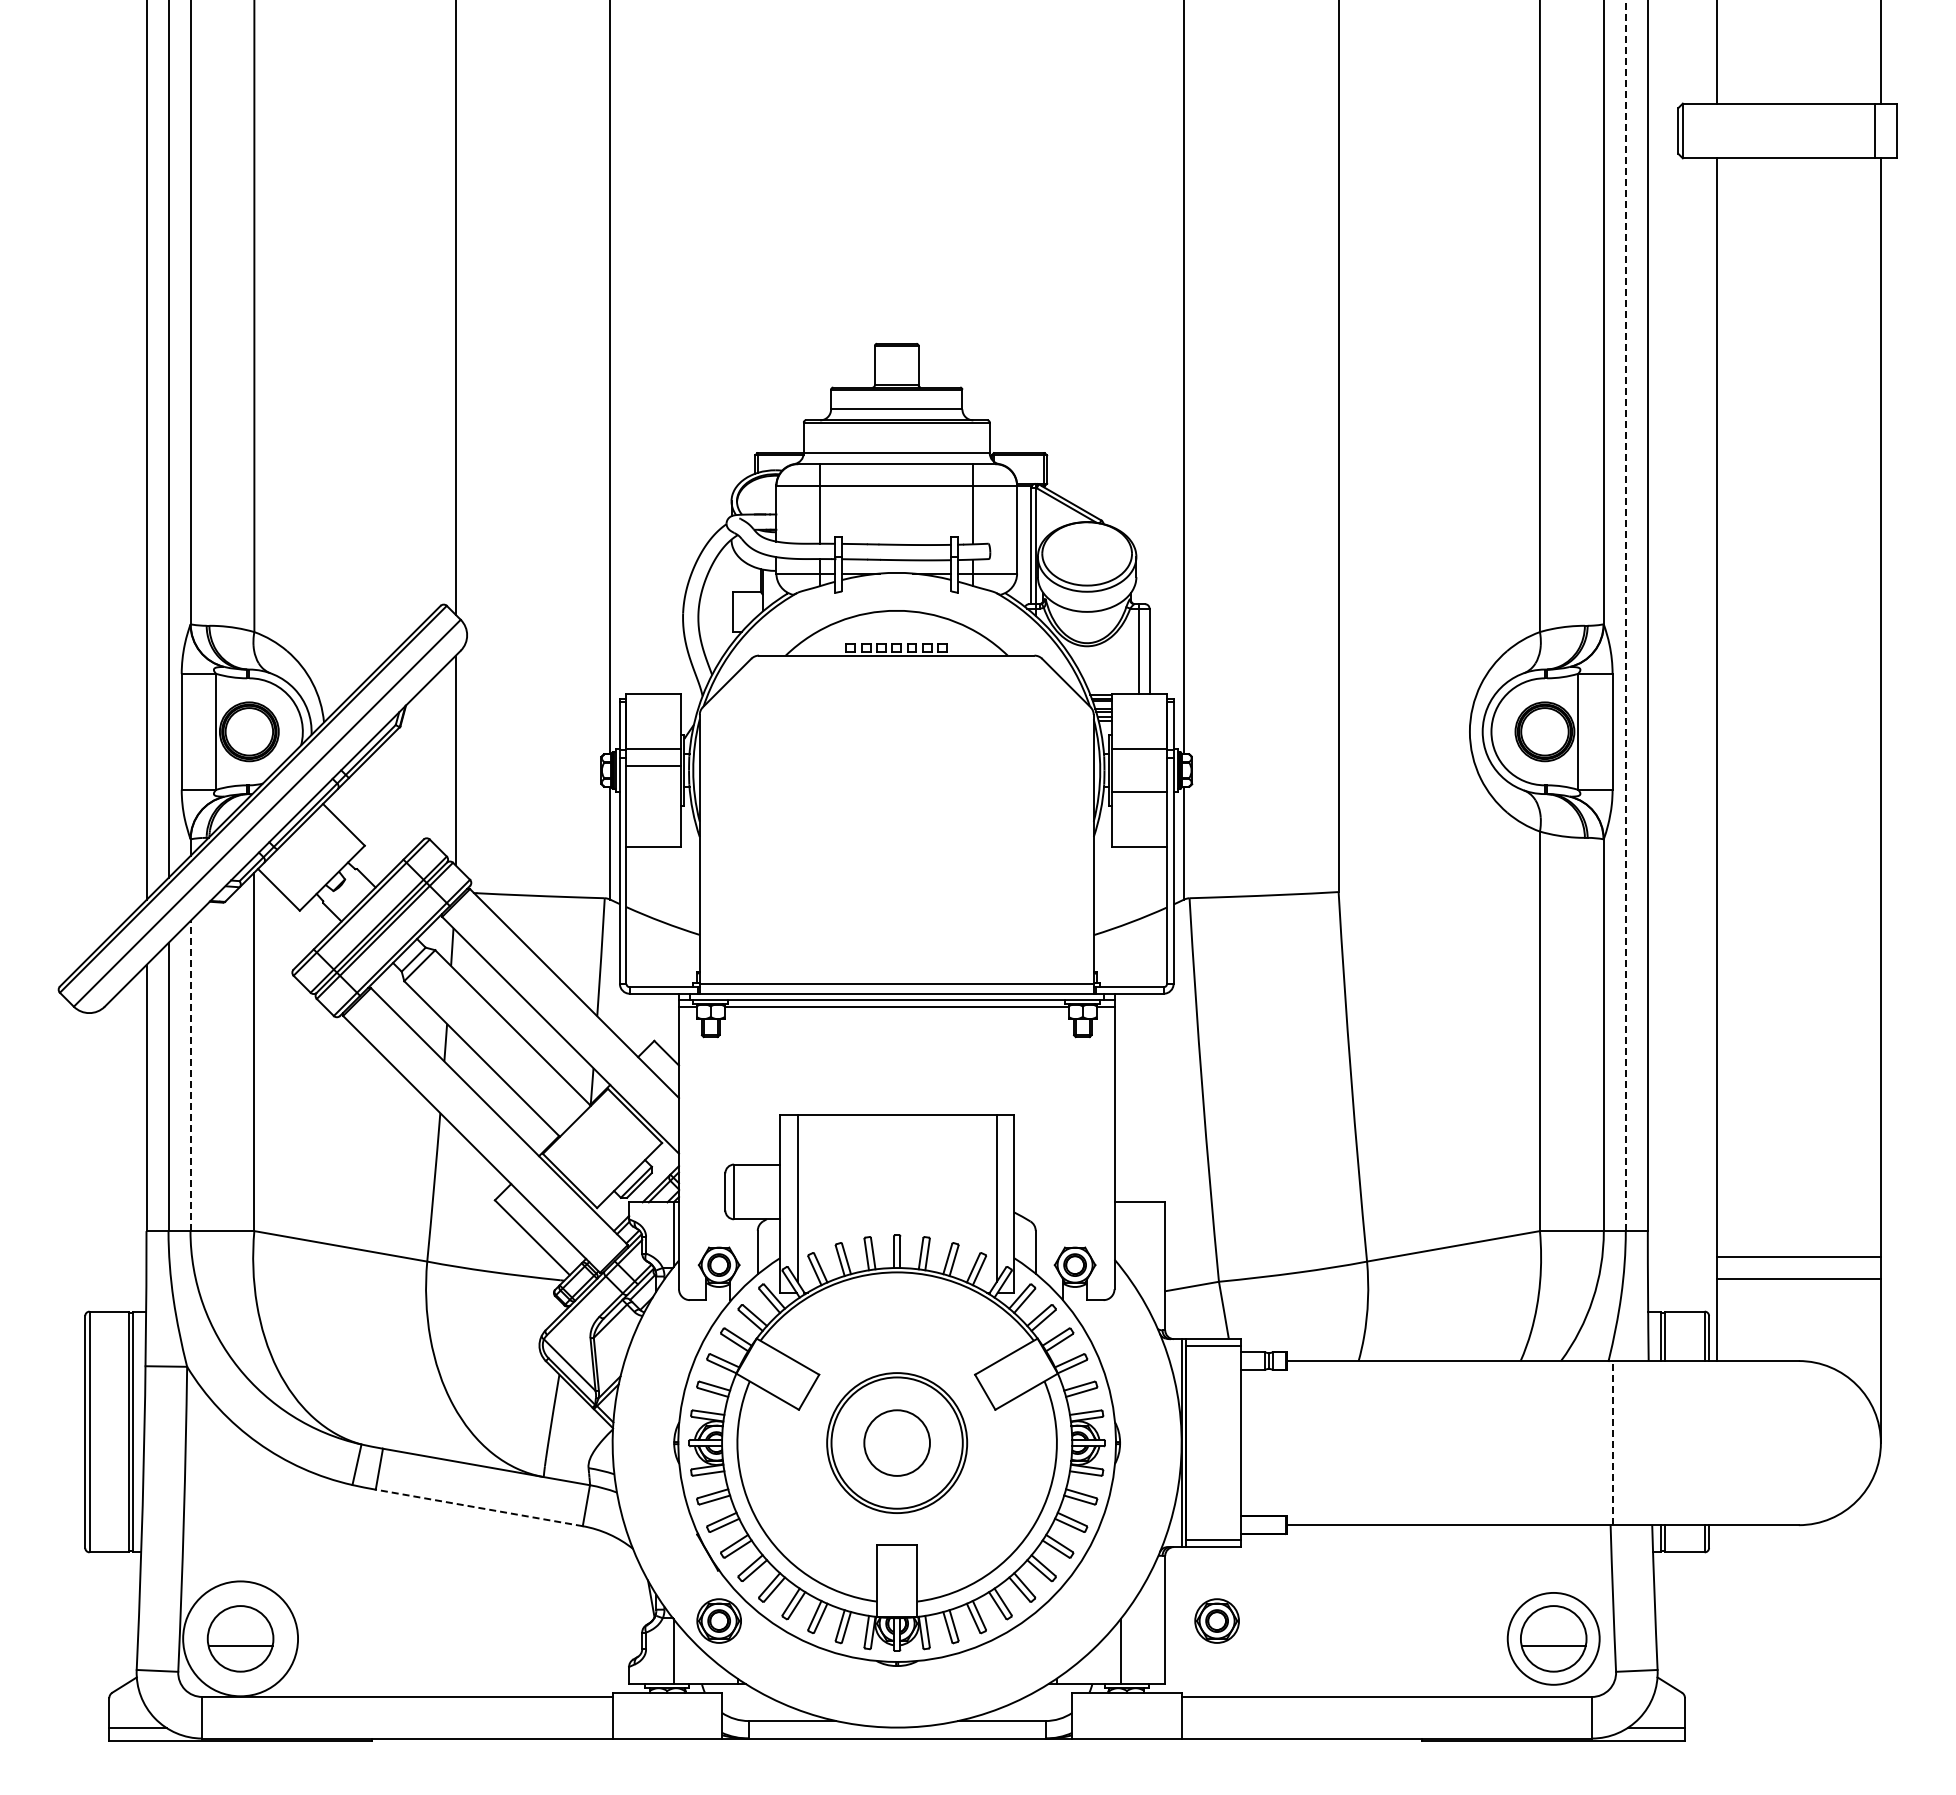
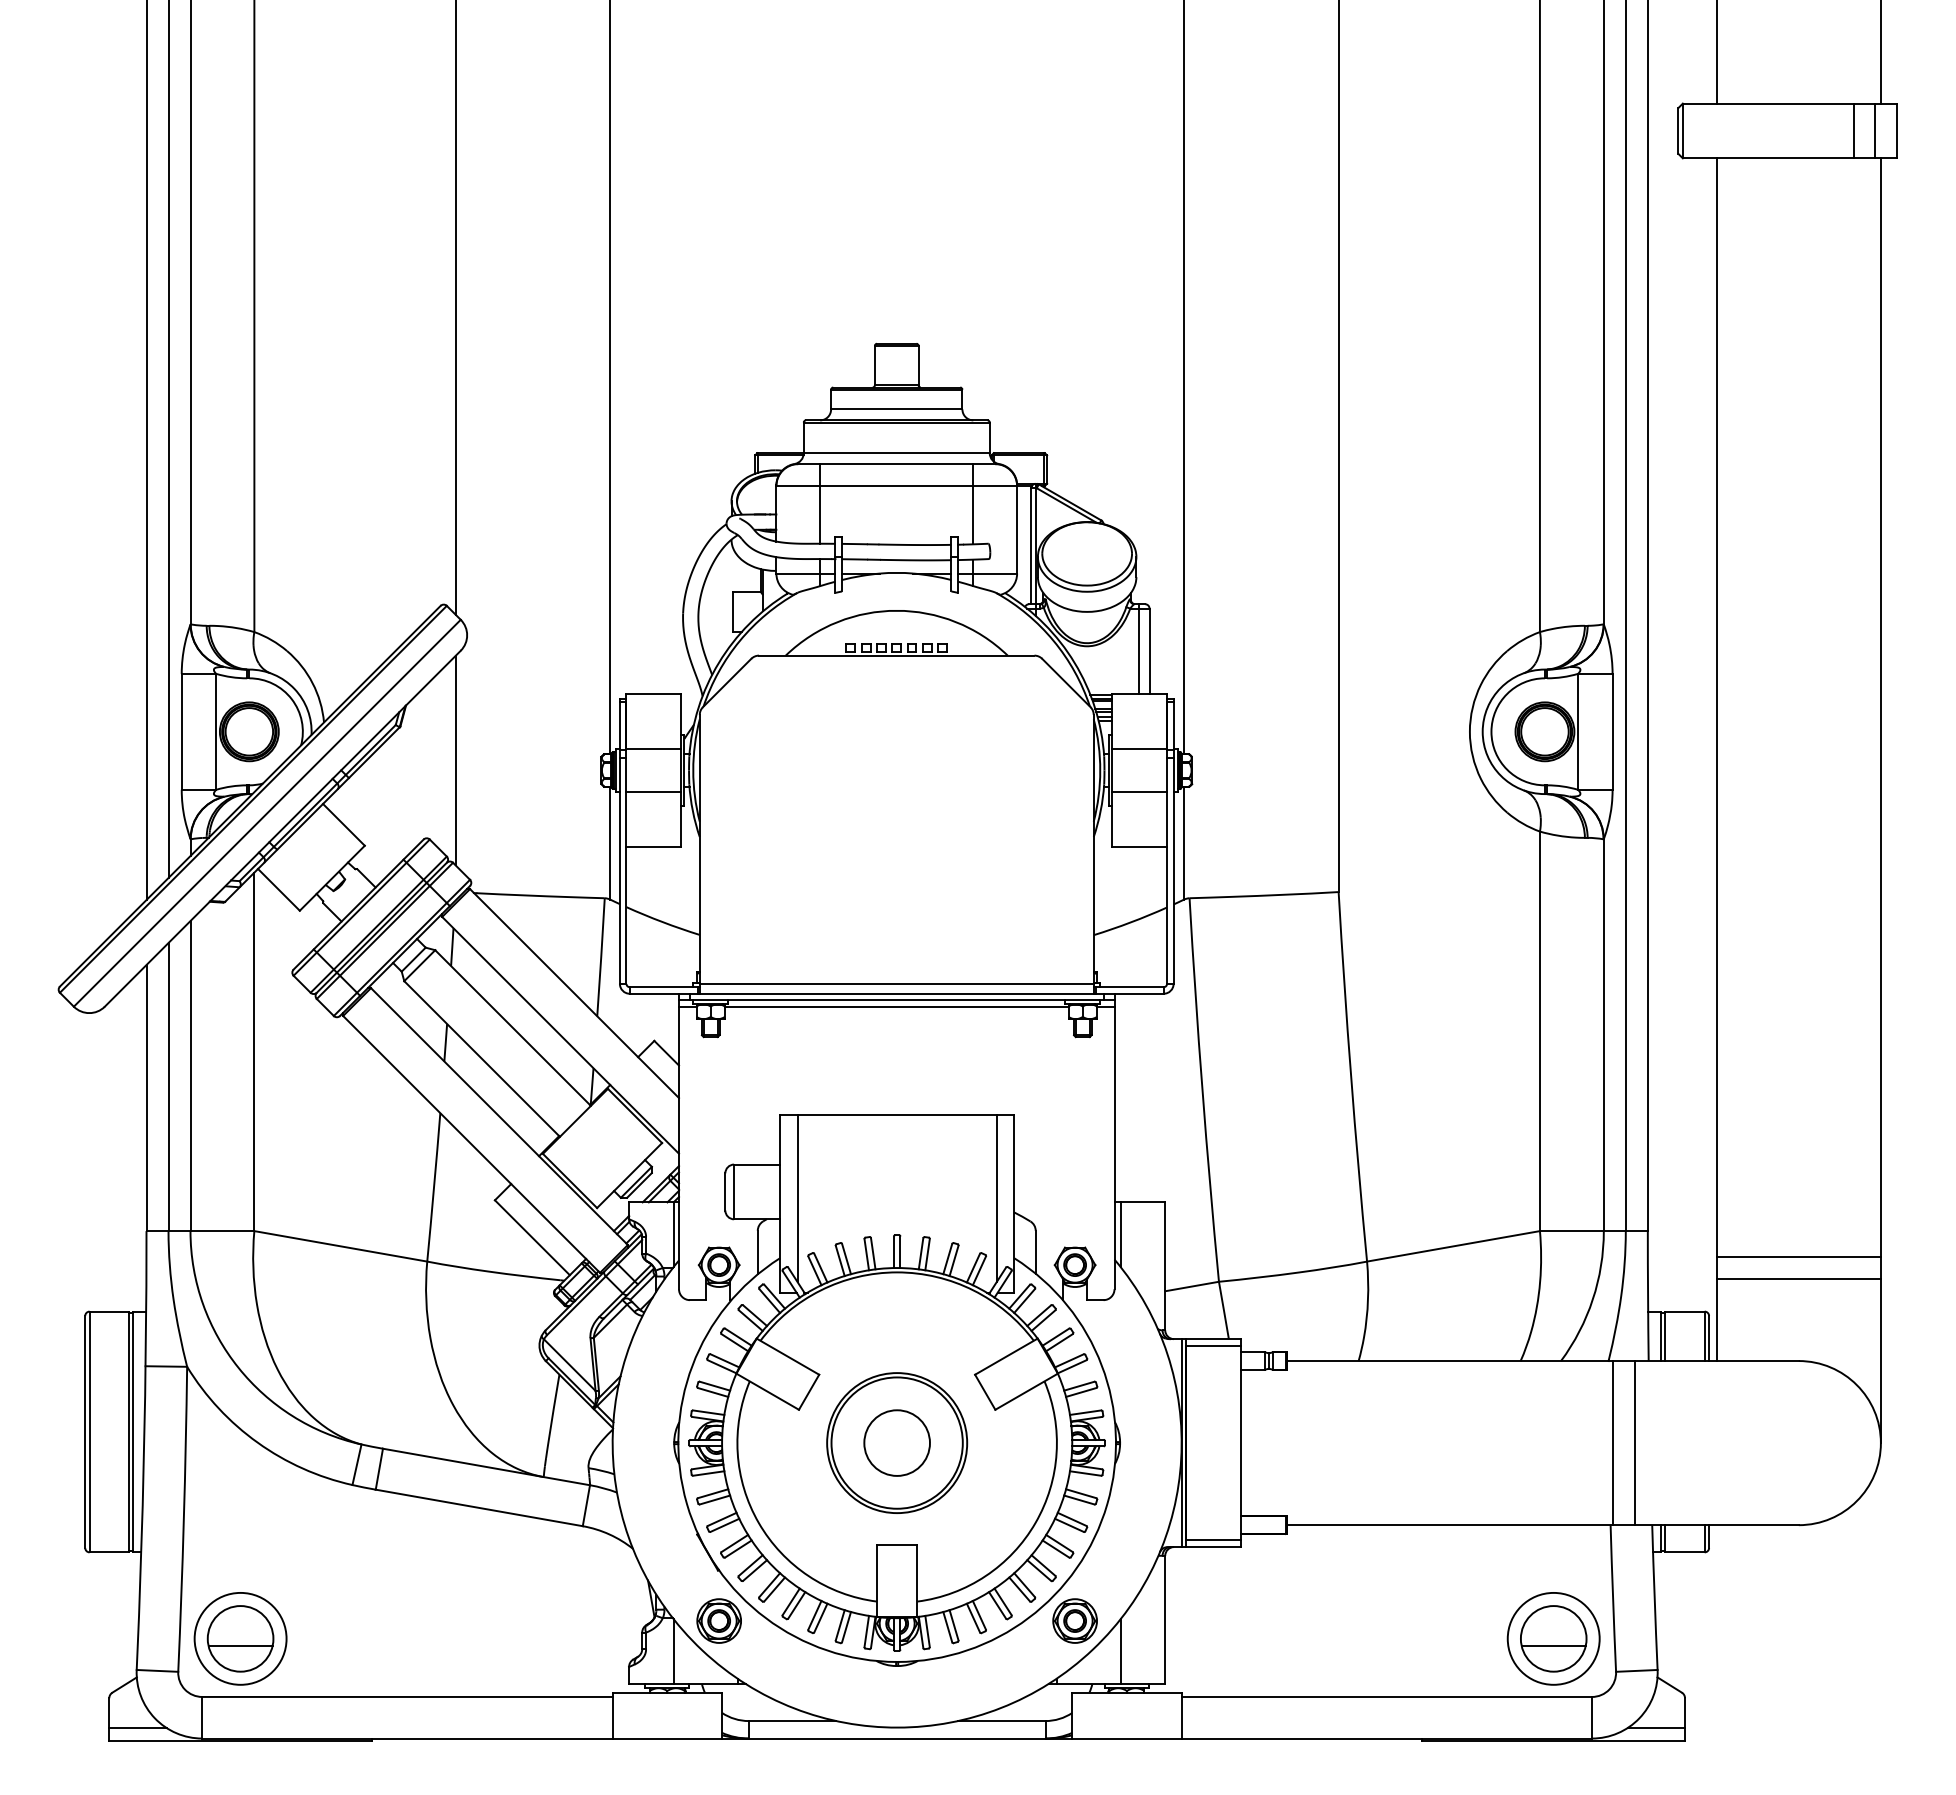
line at (1853, 130): none -> present
line at (1625, 615): dashed -> solid
line at (653, 766) position: (653, 766) -> (653, 792)
line at (190, 1075): dashed -> solid
line at (1120, 1234): none -> present
line at (1612, 1442): dashed -> solid
line at (1634, 1443): none -> present
line at (478, 1507): dashed -> solid
part at (1216, 1620) position: (1216, 1620) -> (1074, 1620)
circle at (240, 1638) diameter: 115 px -> 92 px
